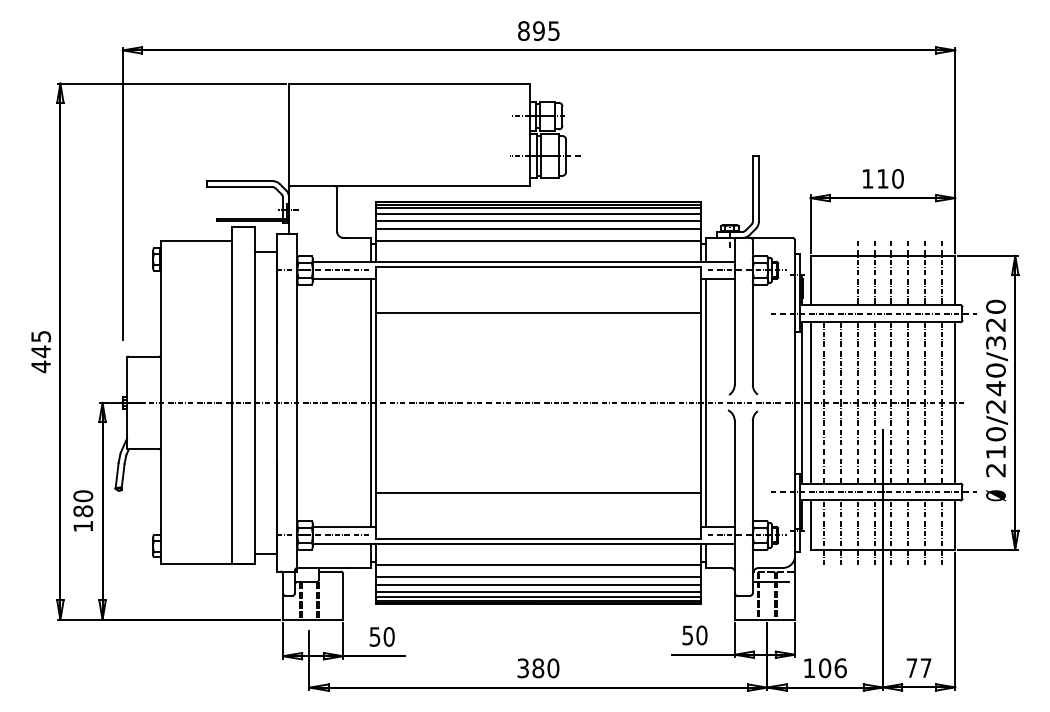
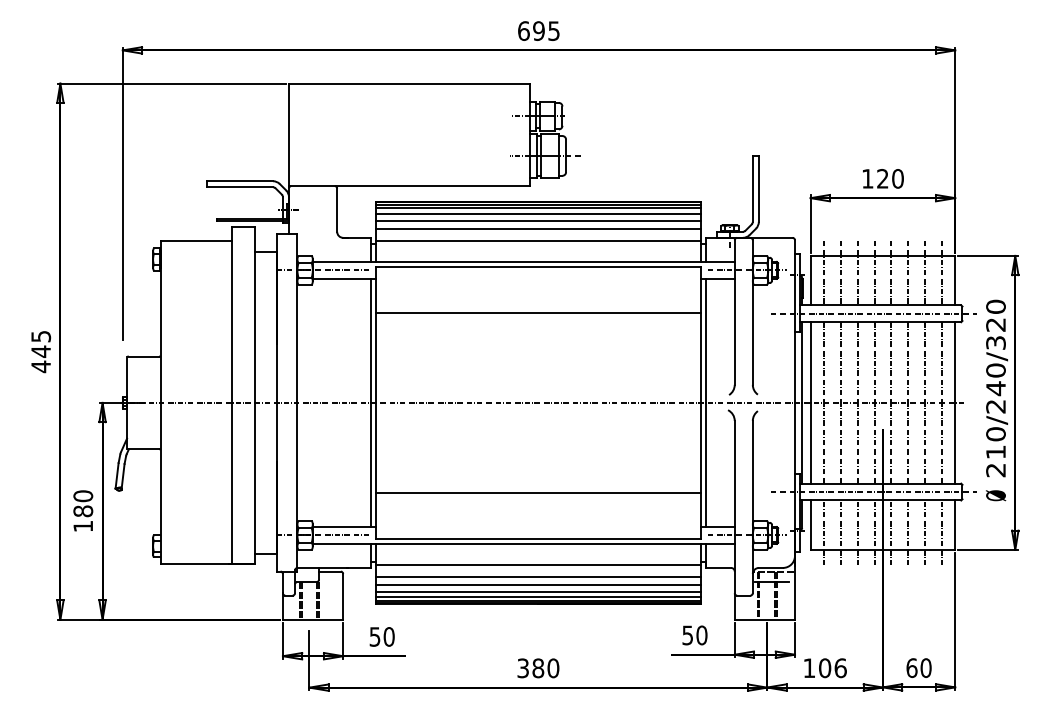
text at (523, 30): 895 -> 695
text at (882, 178): 110 -> 120
line at (823, 272): none -> present
line at (840, 272): none -> present
text at (918, 668): 77 -> 60
